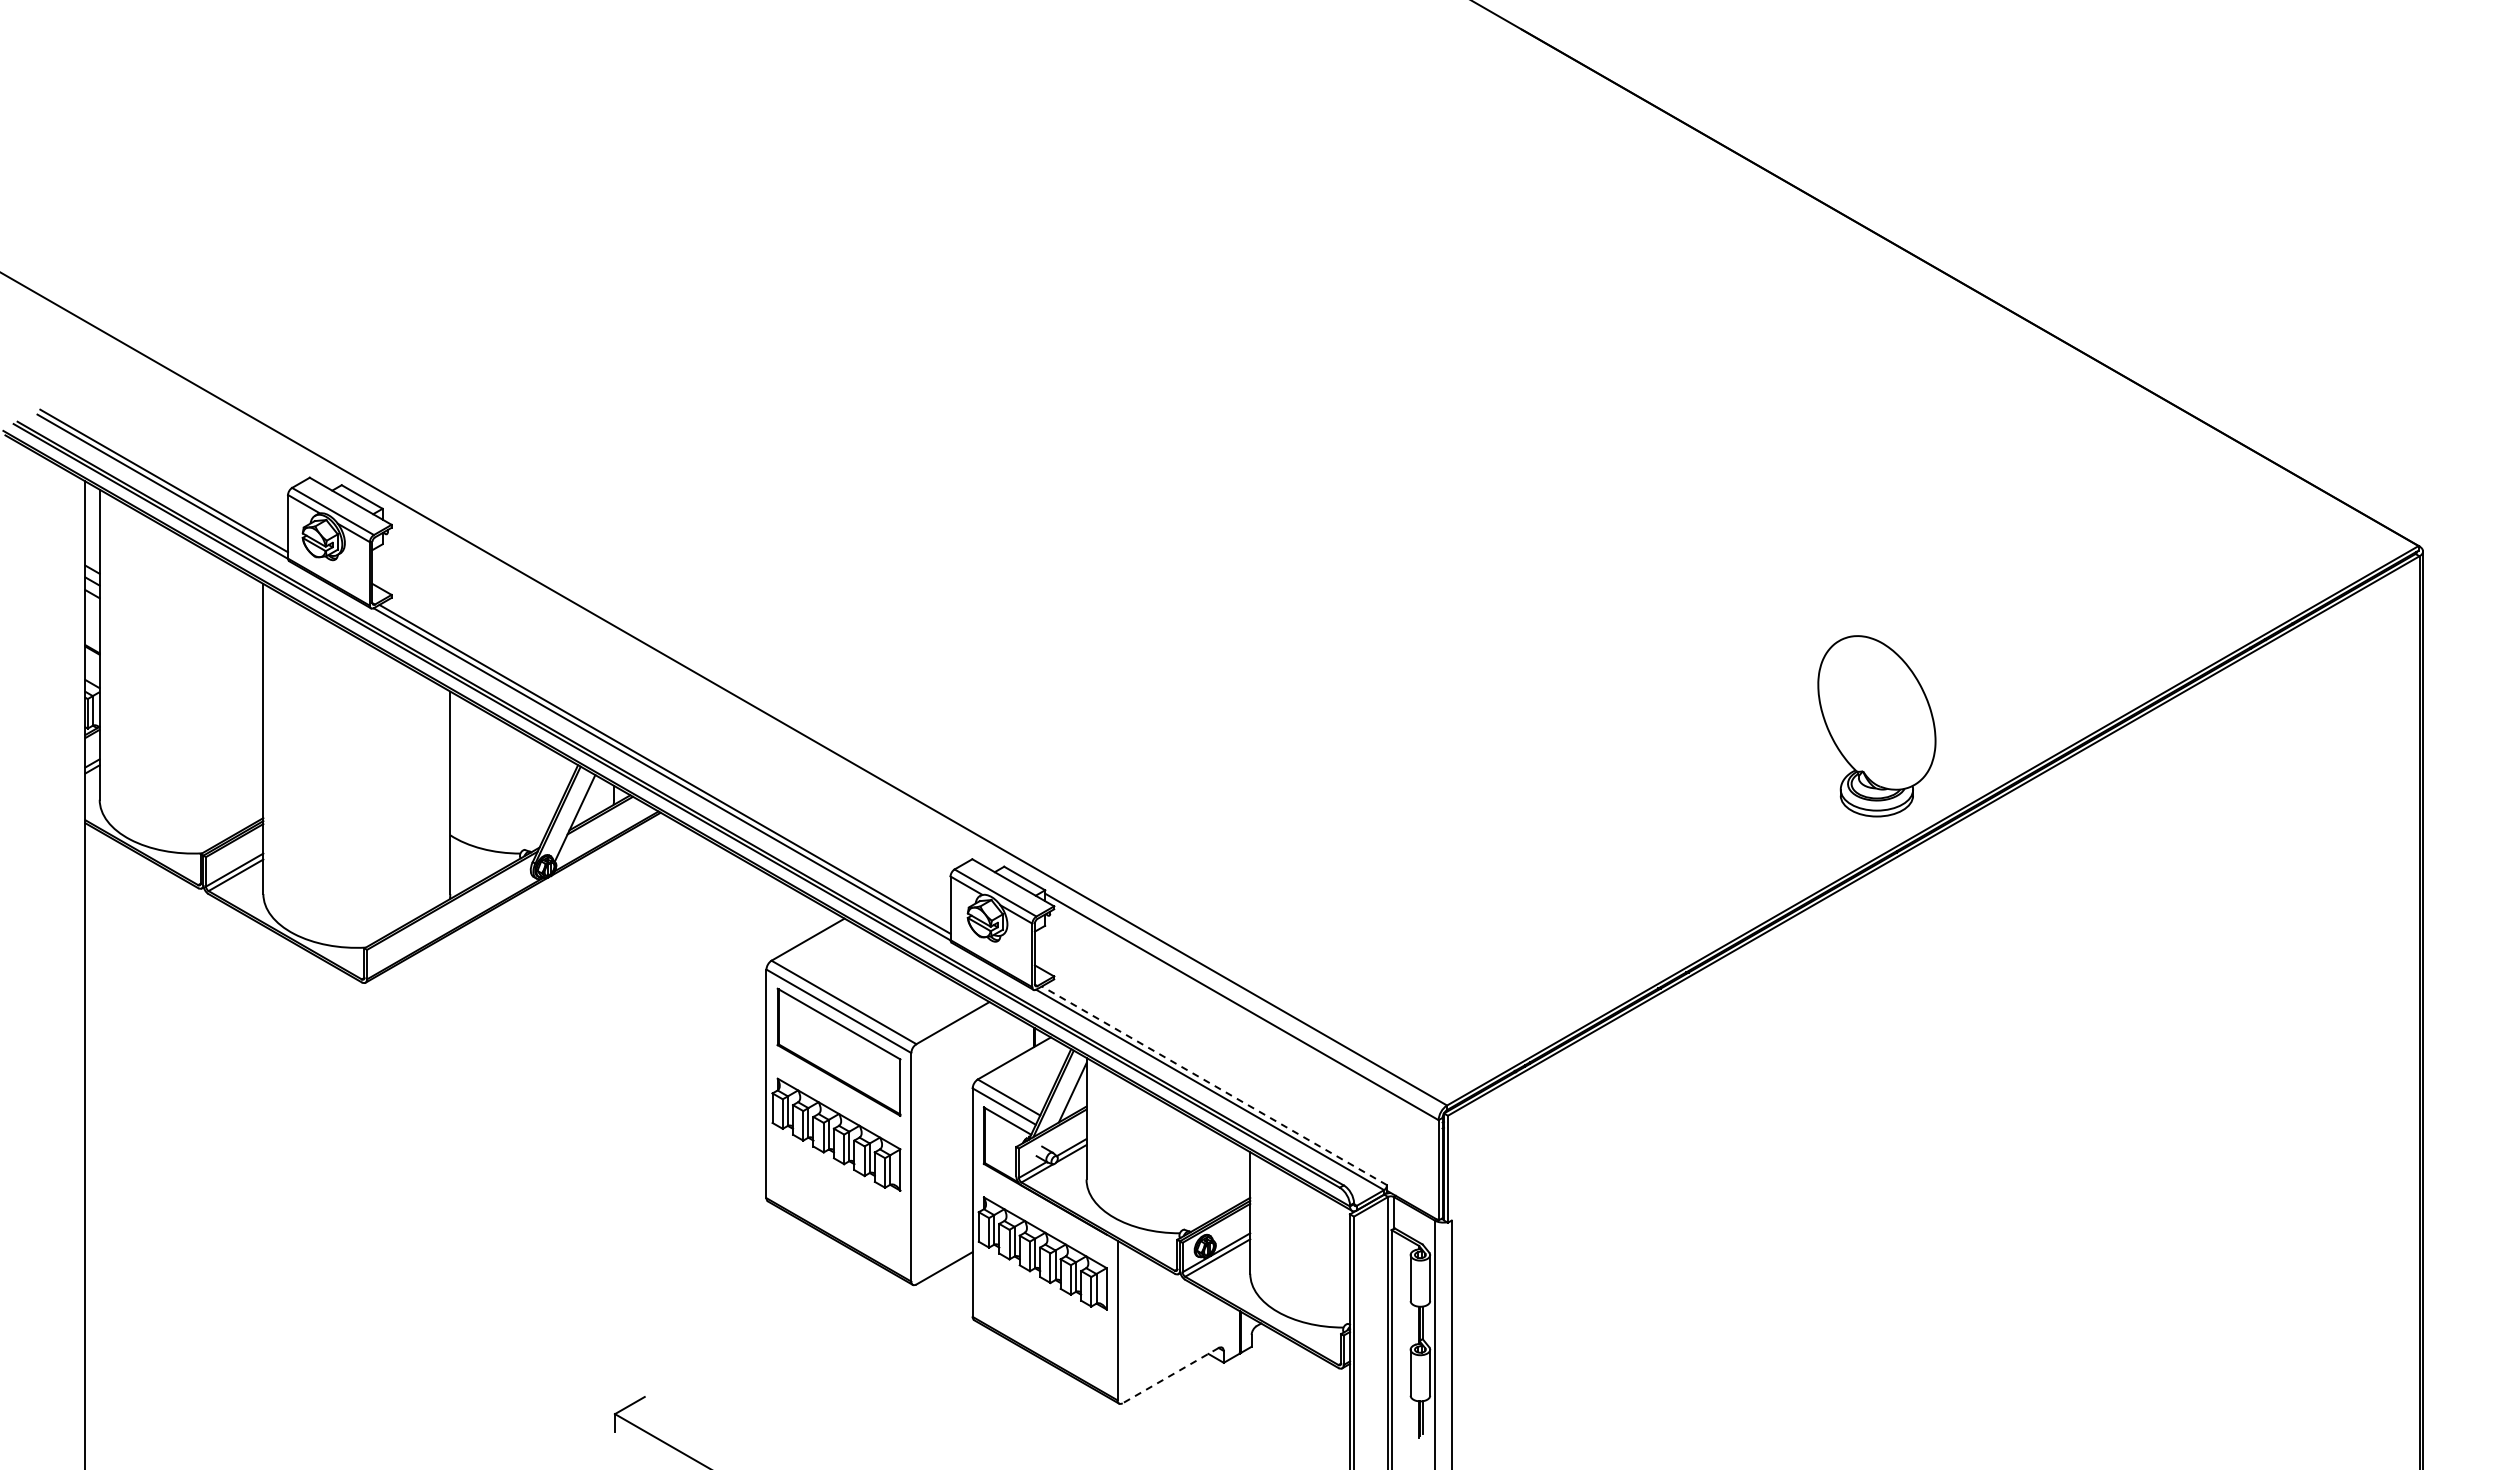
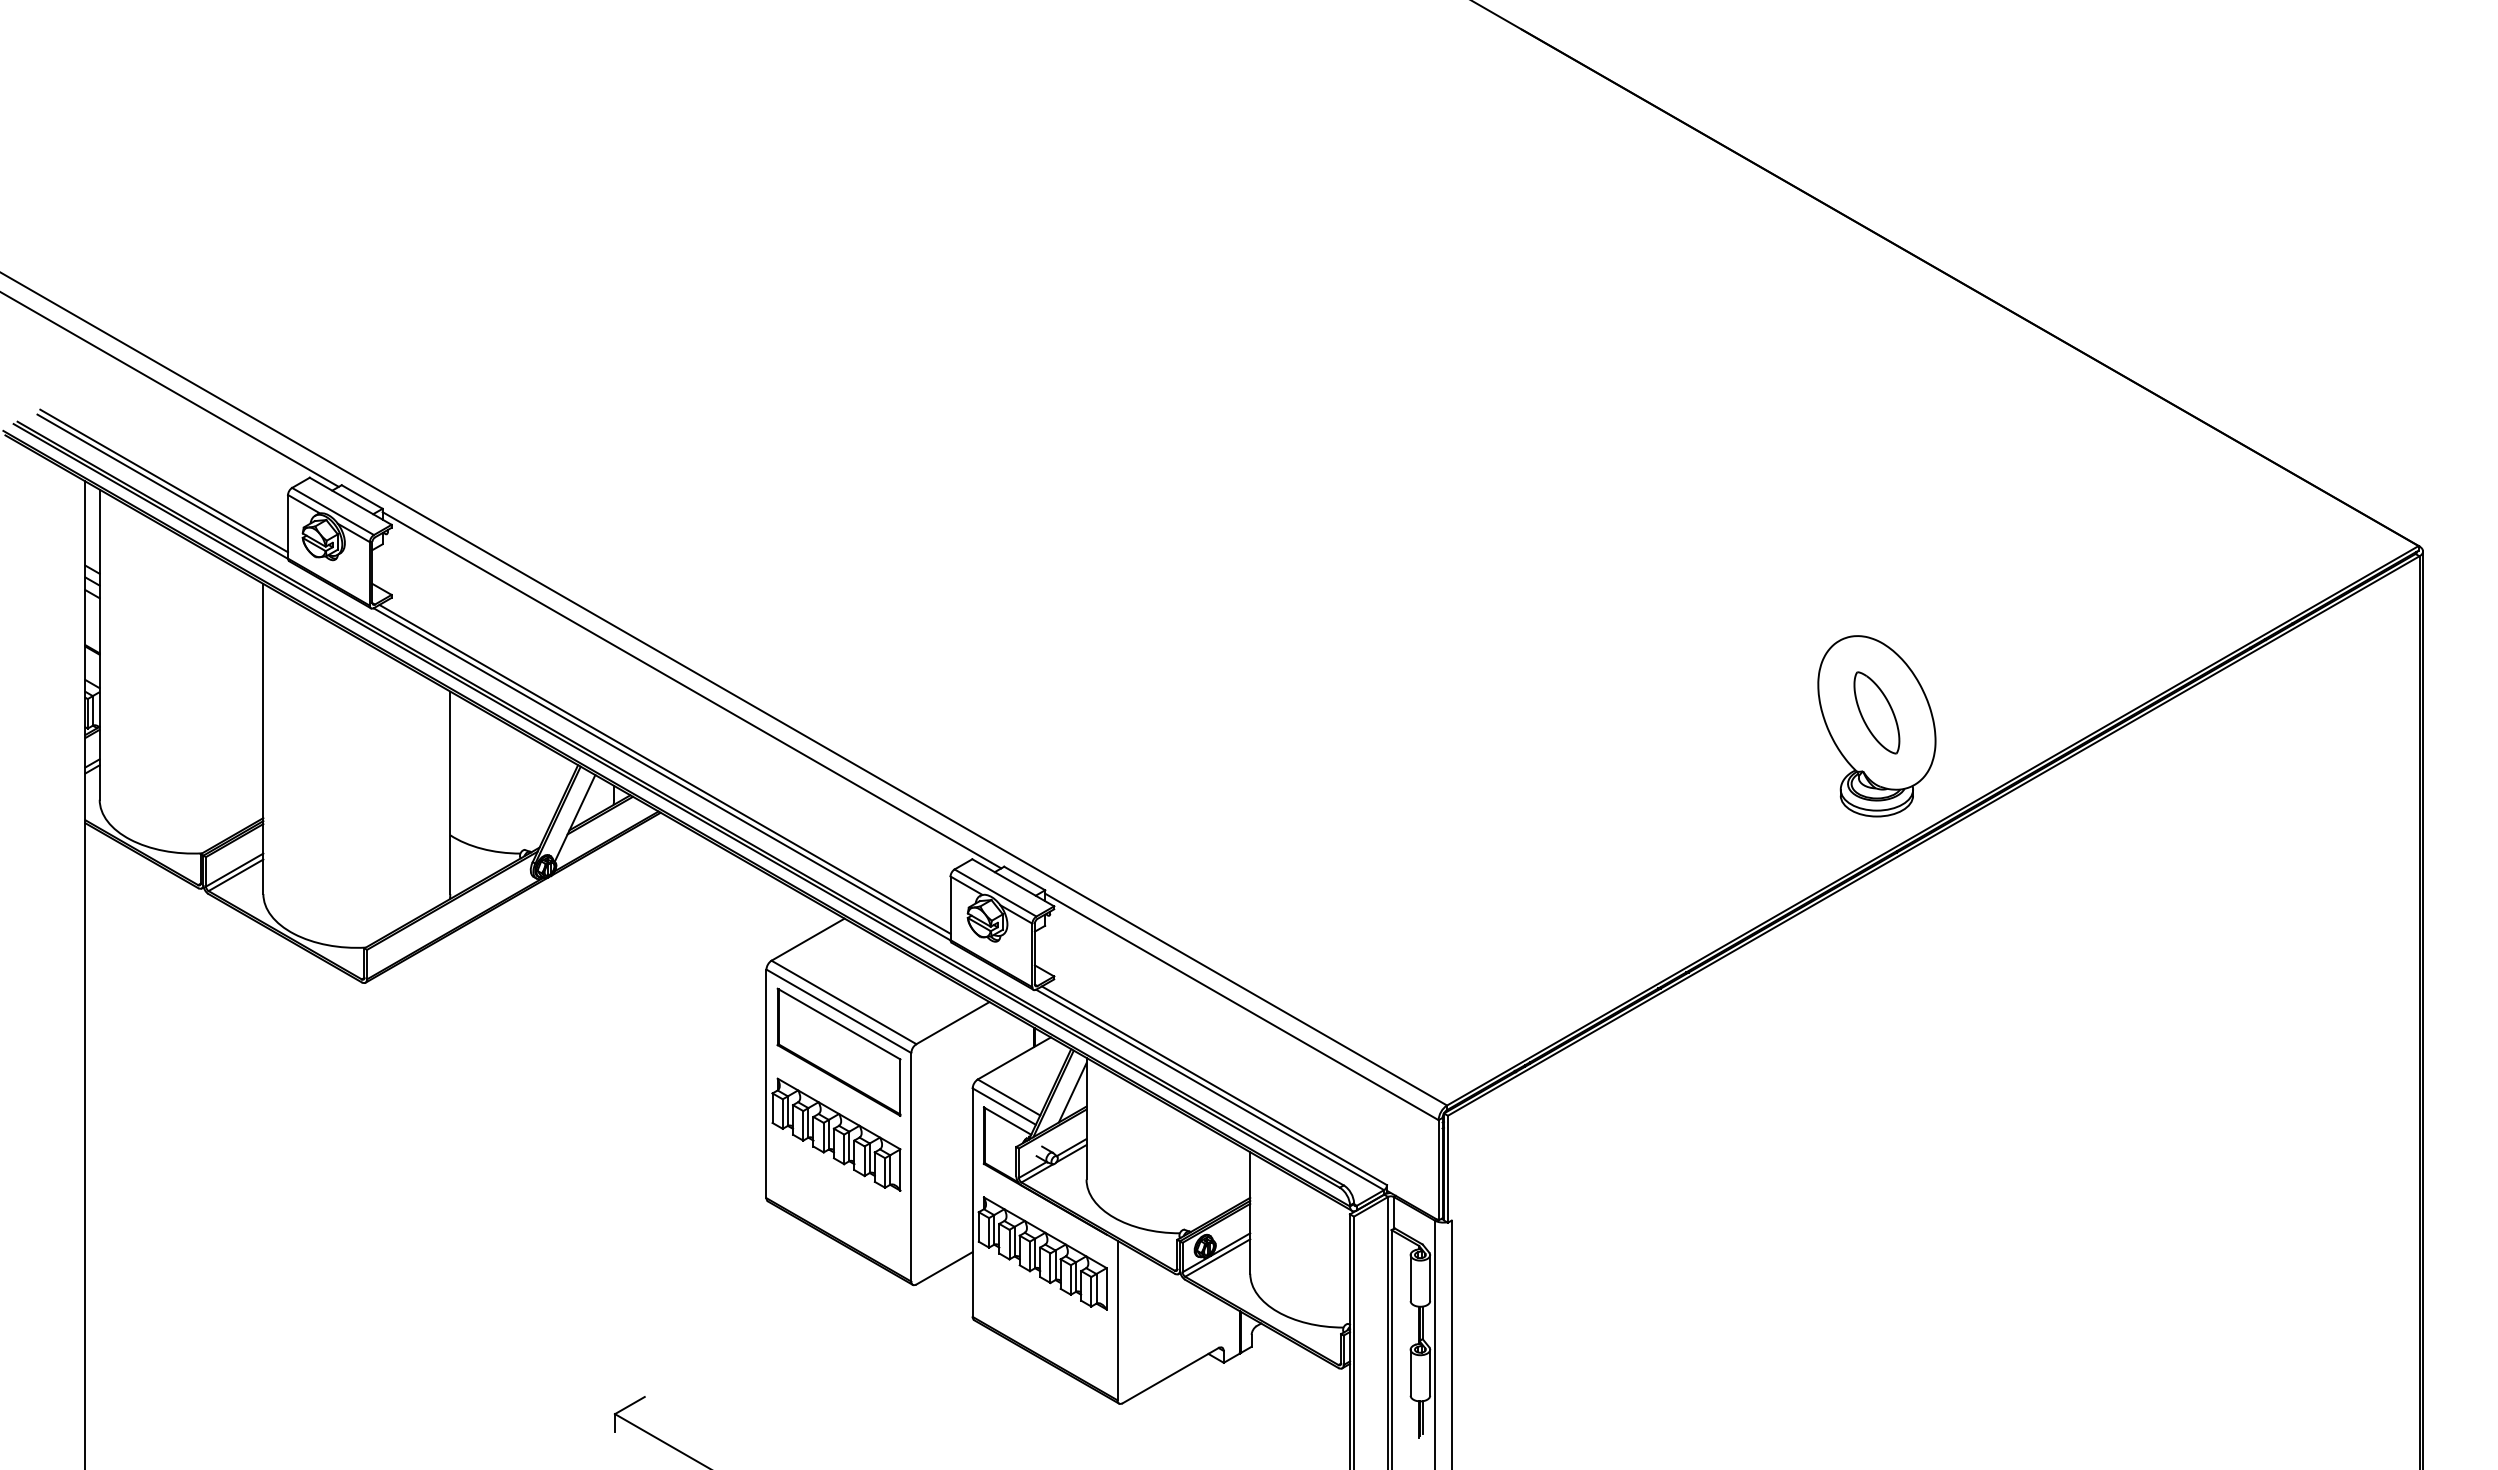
line at (170, 389): none -> present
line at (691, 690): none -> present
part at (1876, 712): none -> present
line at (1214, 1085): dashed -> solid
line at (1170, 1375): dashed -> solid
